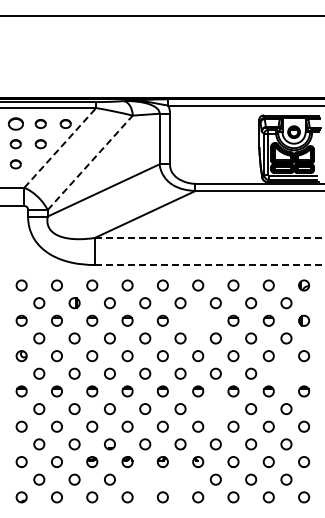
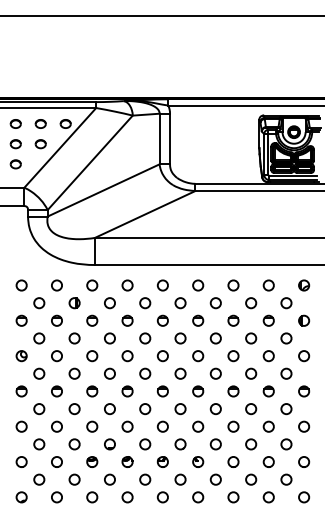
part at (15, 123) size: 16x14 px -> 13x10 px
line at (60, 147): dashed -> solid
line at (90, 162): dashed -> solid
line at (209, 237): dashed -> solid
line at (209, 265): dashed -> solid
part at (198, 320): none -> present
circle at (286, 373): none -> present
circle at (215, 409): none -> present
circle at (145, 479): none -> present
circle at (180, 479): none -> present
